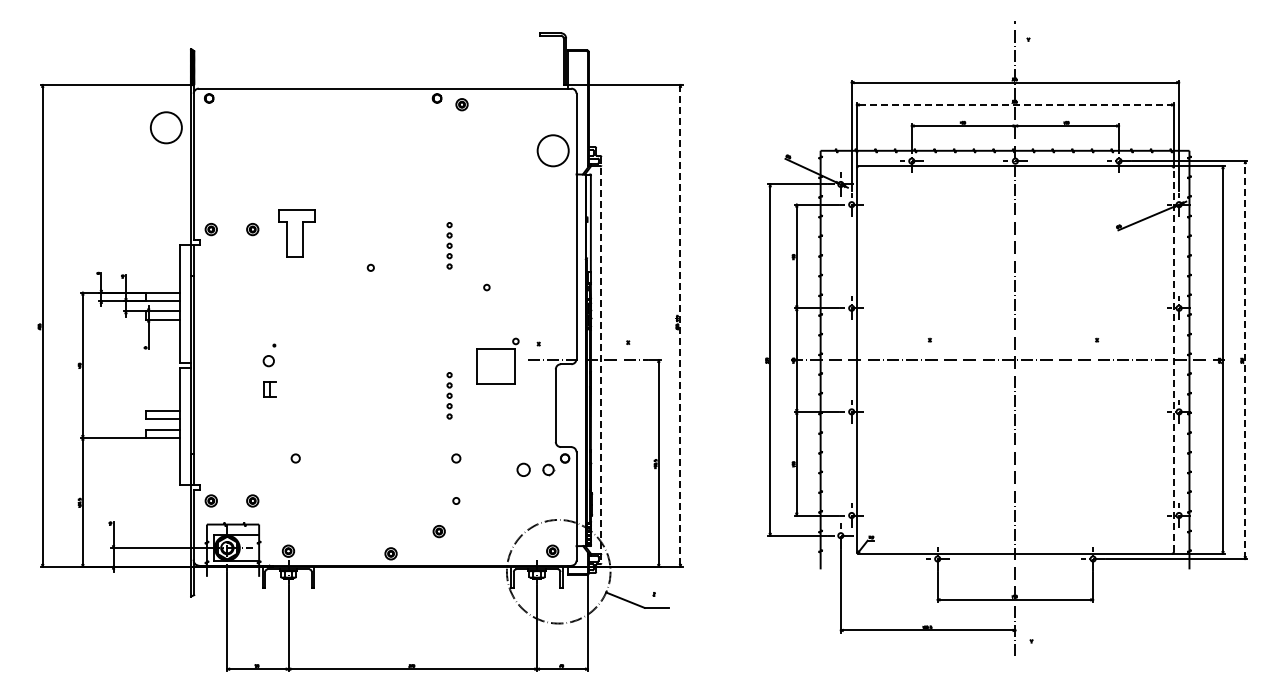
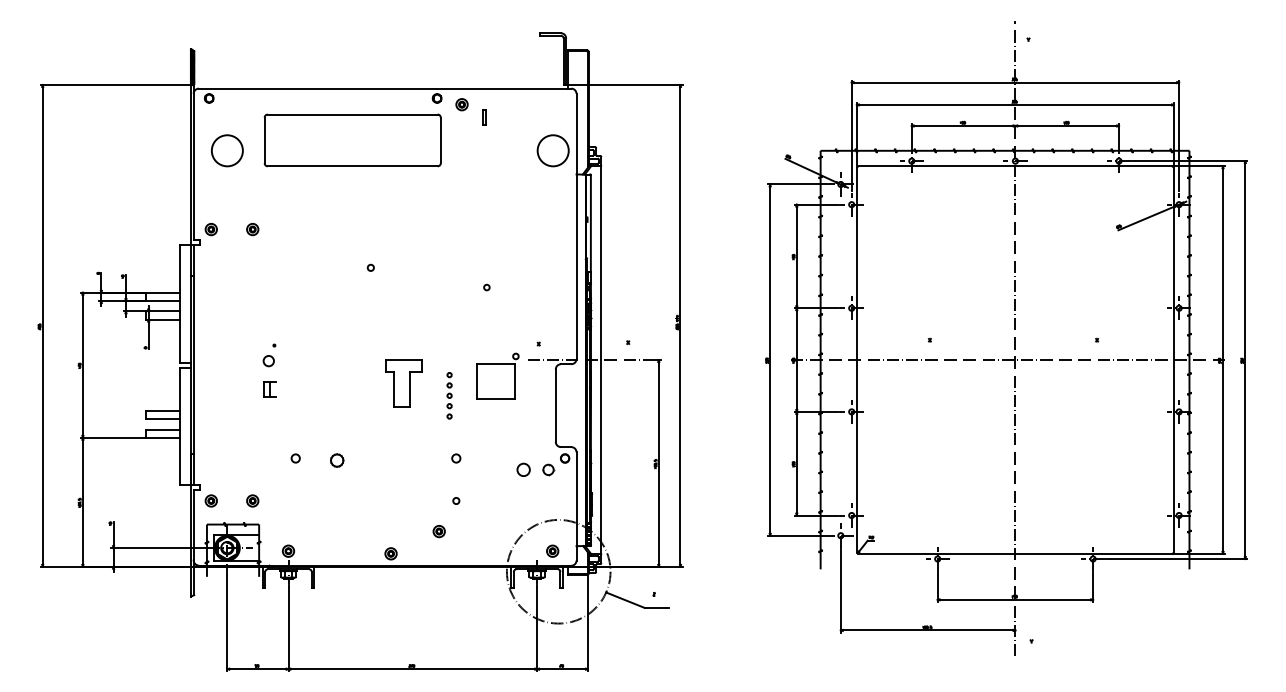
line at (1015, 104): dashed -> solid
part at (484, 117): none -> present
circle at (166, 127) position: (166, 127) -> (227, 150)
part at (352, 140): none -> present
part at (296, 233) position: (296, 233) -> (403, 383)
part at (449, 245): present -> none
line at (680, 325): dashed -> solid
part at (497, 360) position: (497, 360) -> (497, 375)
line at (601, 360): dashed -> solid
line at (1173, 360): dashed -> solid
line at (1245, 360): dashed -> solid
part at (337, 460): none -> present
